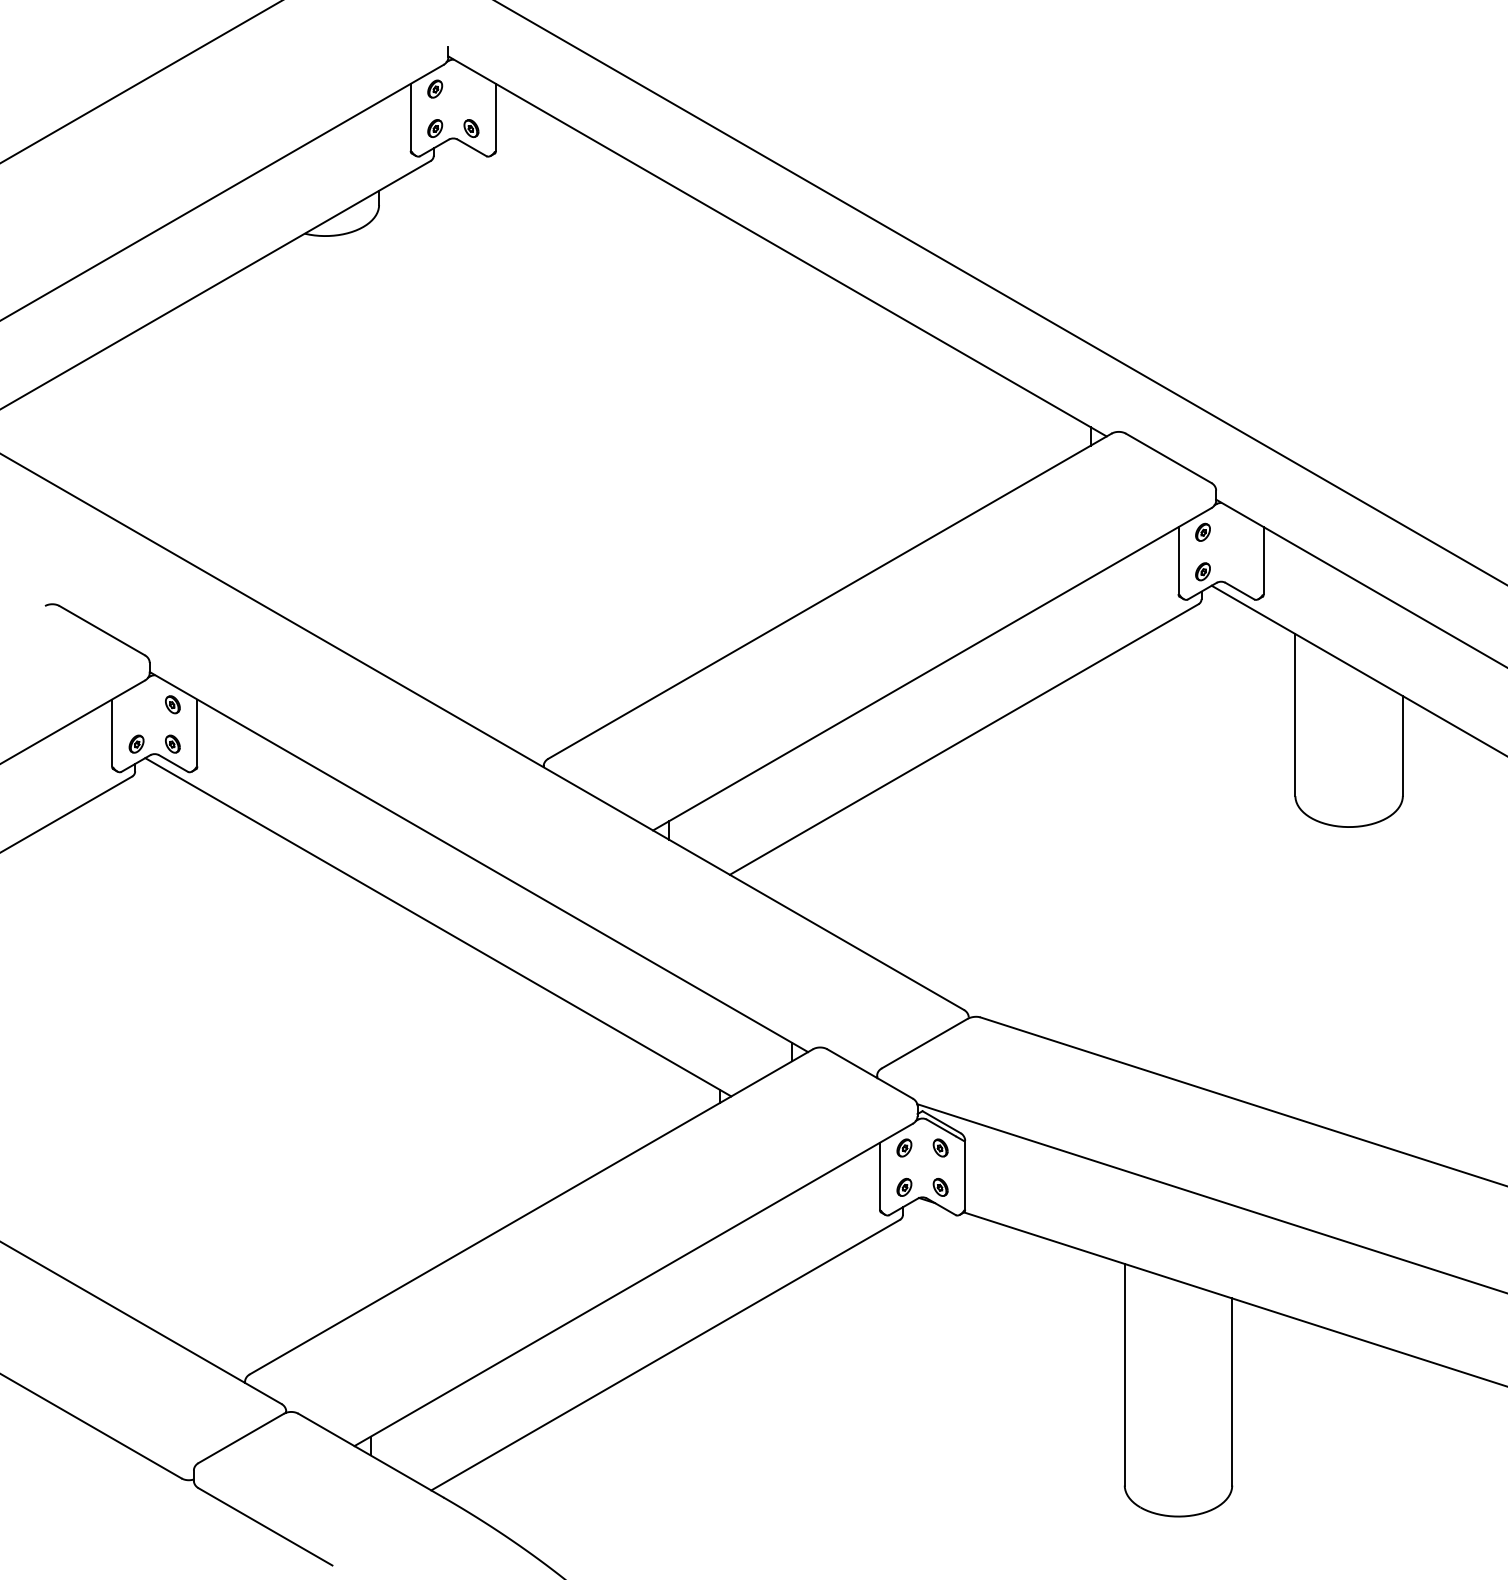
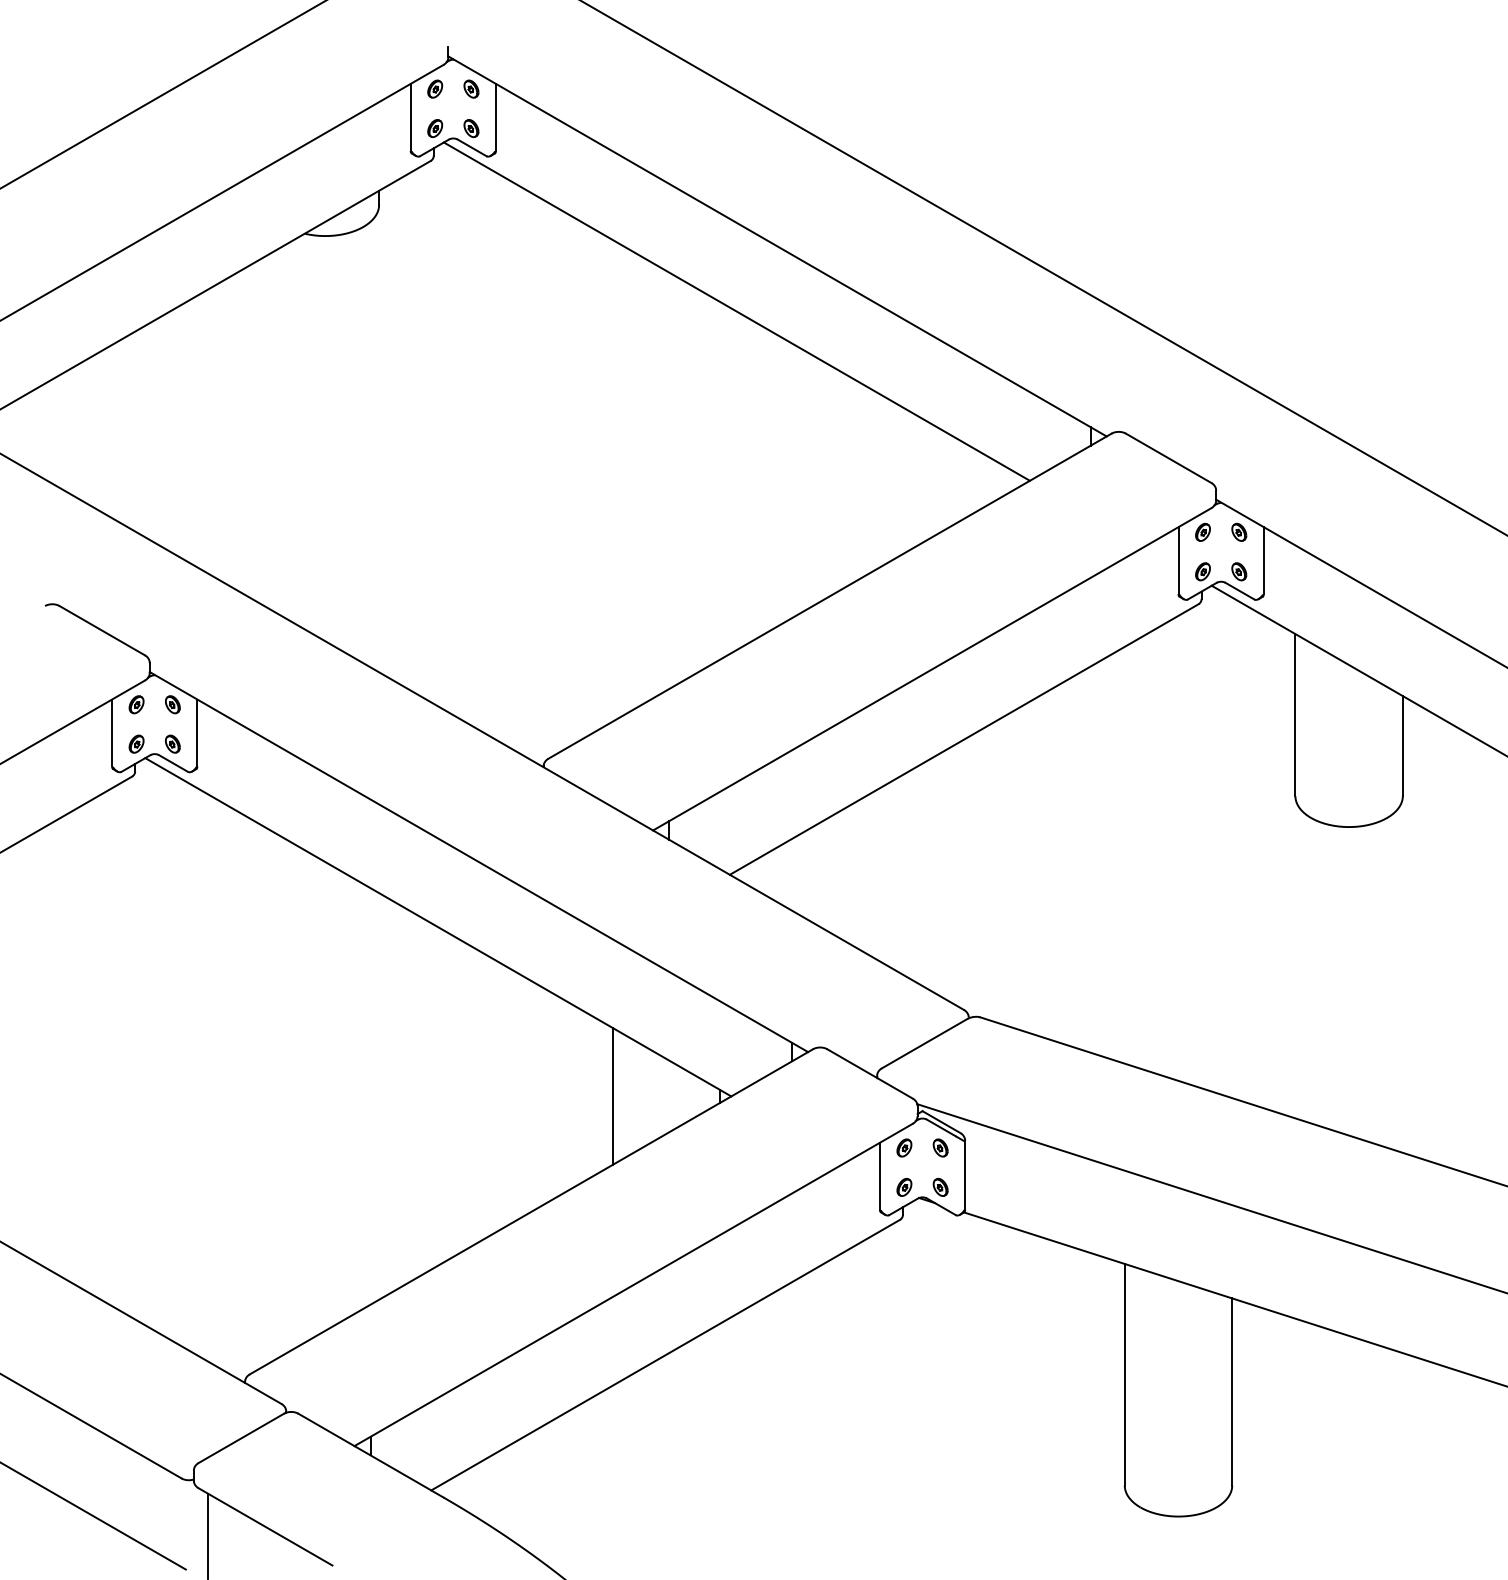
line at (140, 81) position: (140, 81) -> (162, 94)
part at (471, 88): none -> present
line at (1000, 292) position: (1000, 292) -> (1043, 267)
line at (736, 311): none -> present
part at (1239, 531): none -> present
part at (1239, 571): none -> present
part at (136, 704): none -> present
line at (612, 1096): none -> present
line at (93, 1516): none -> present
line at (208, 1534): none -> present
